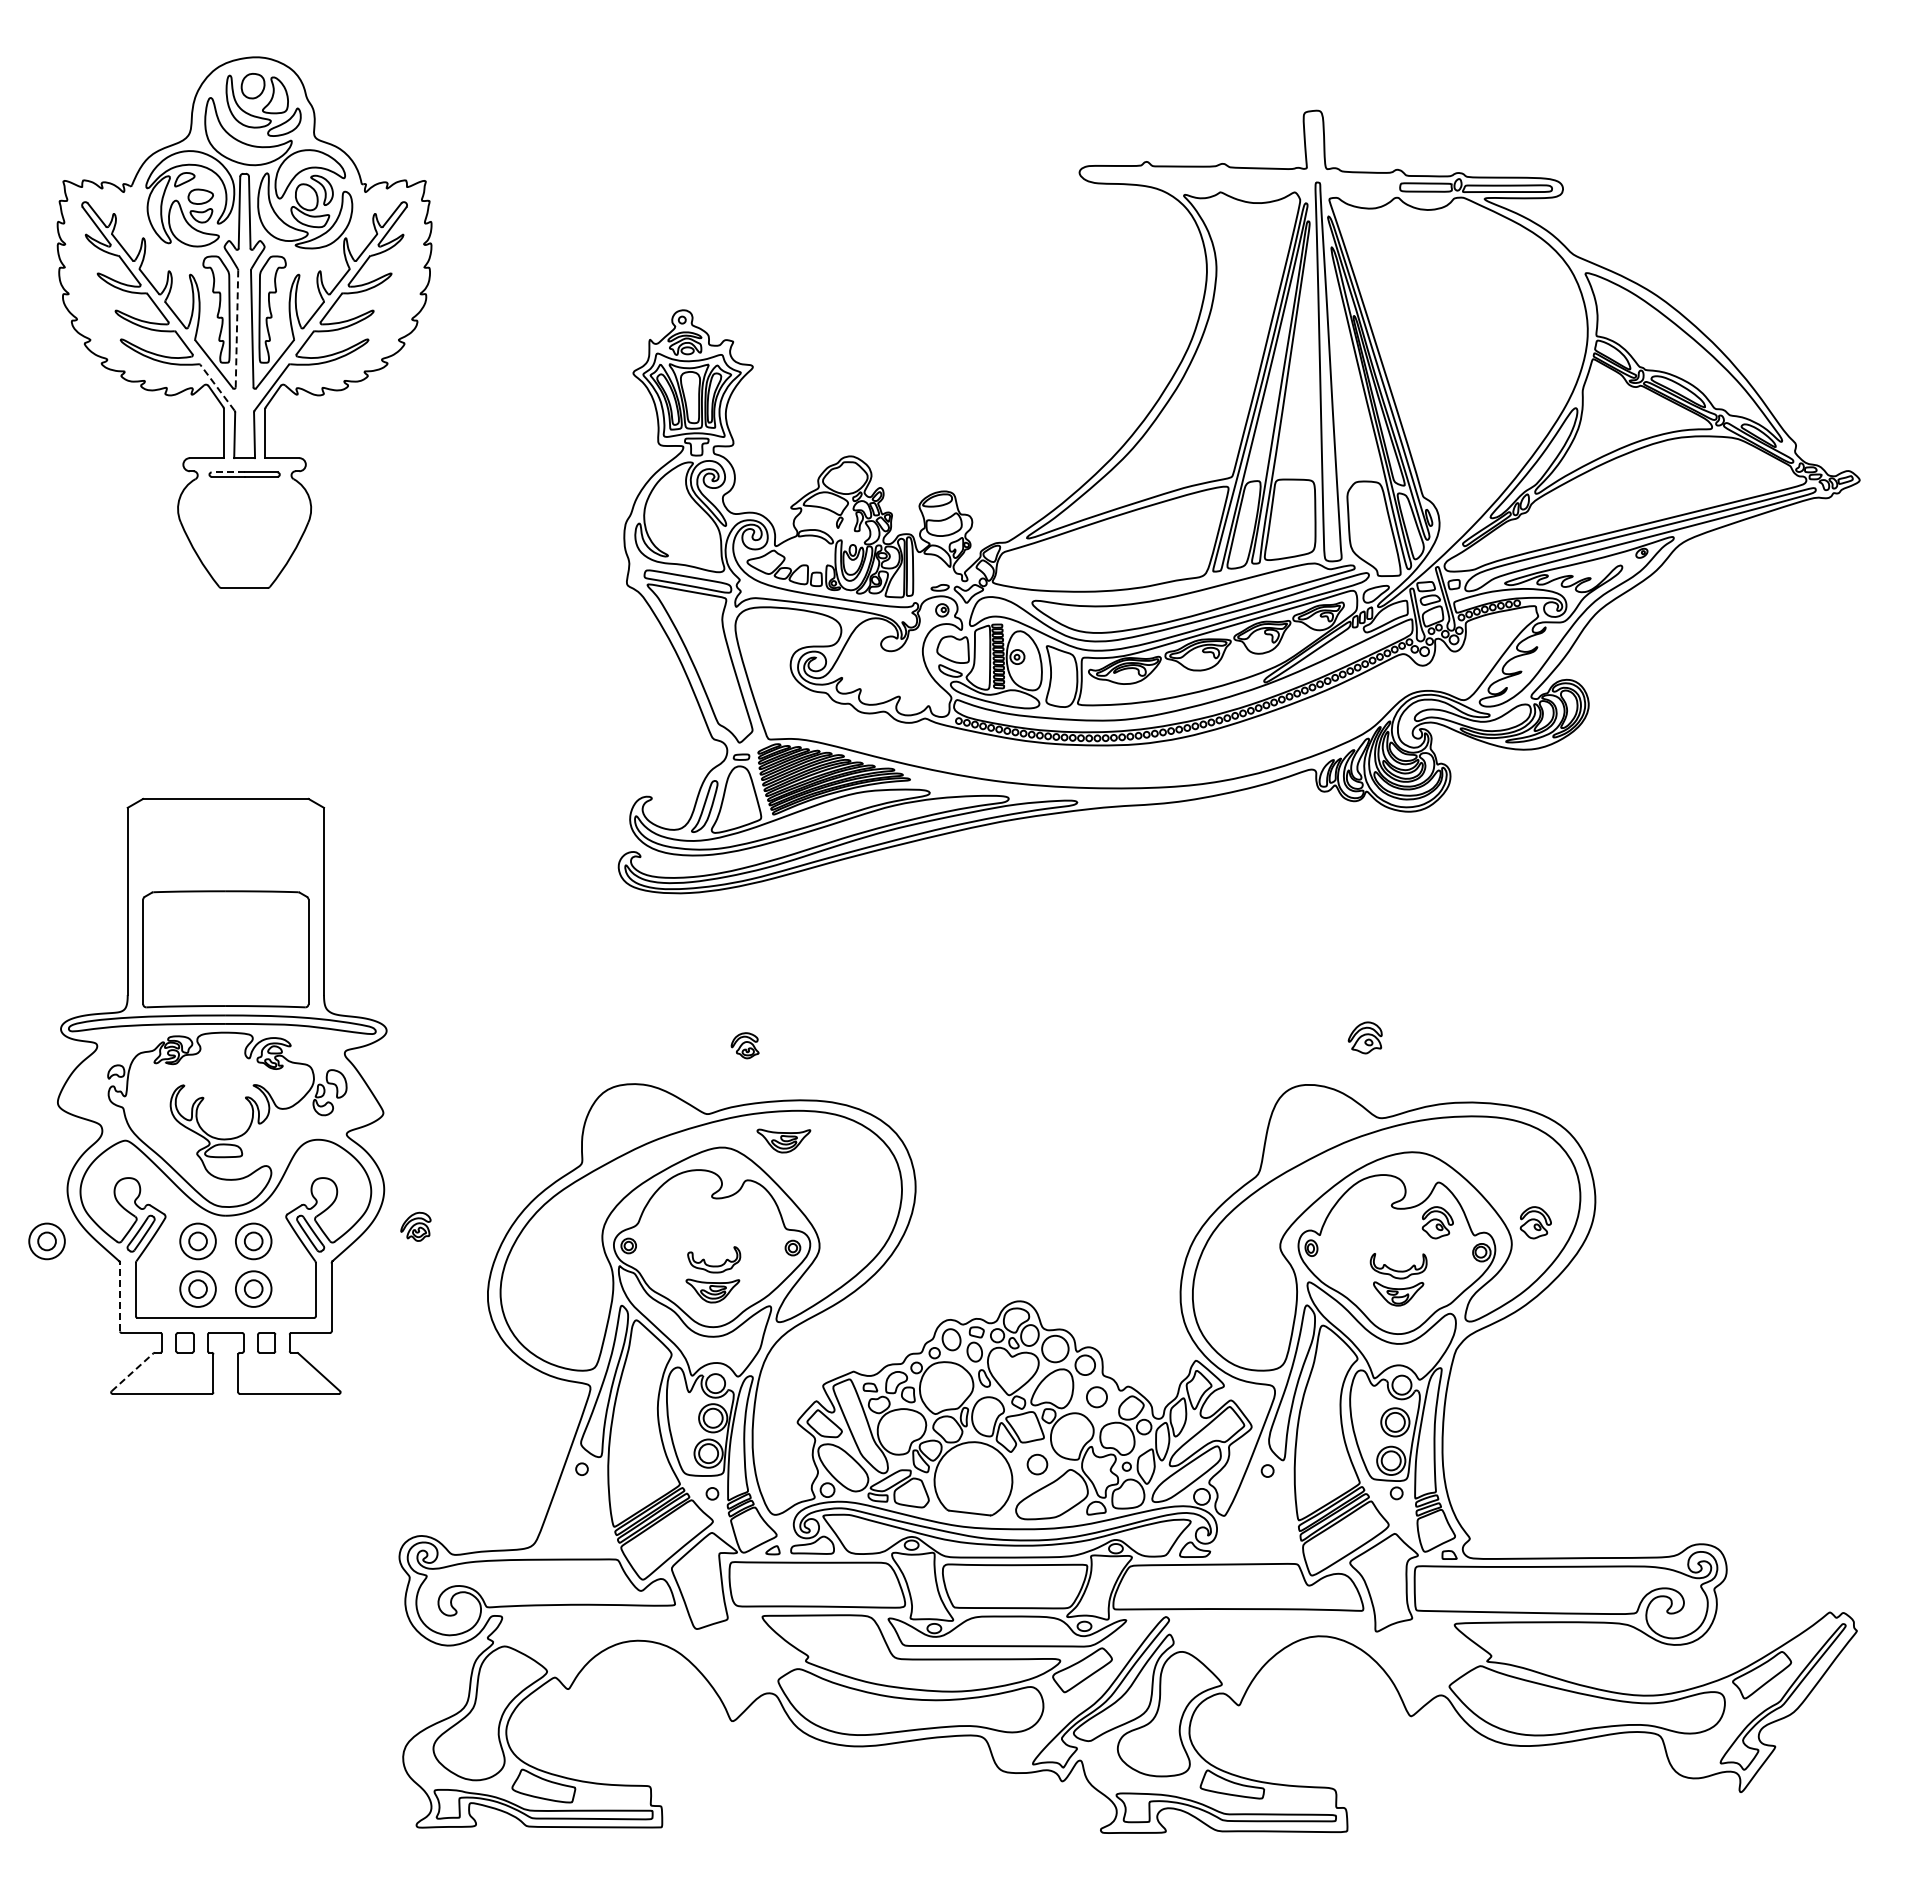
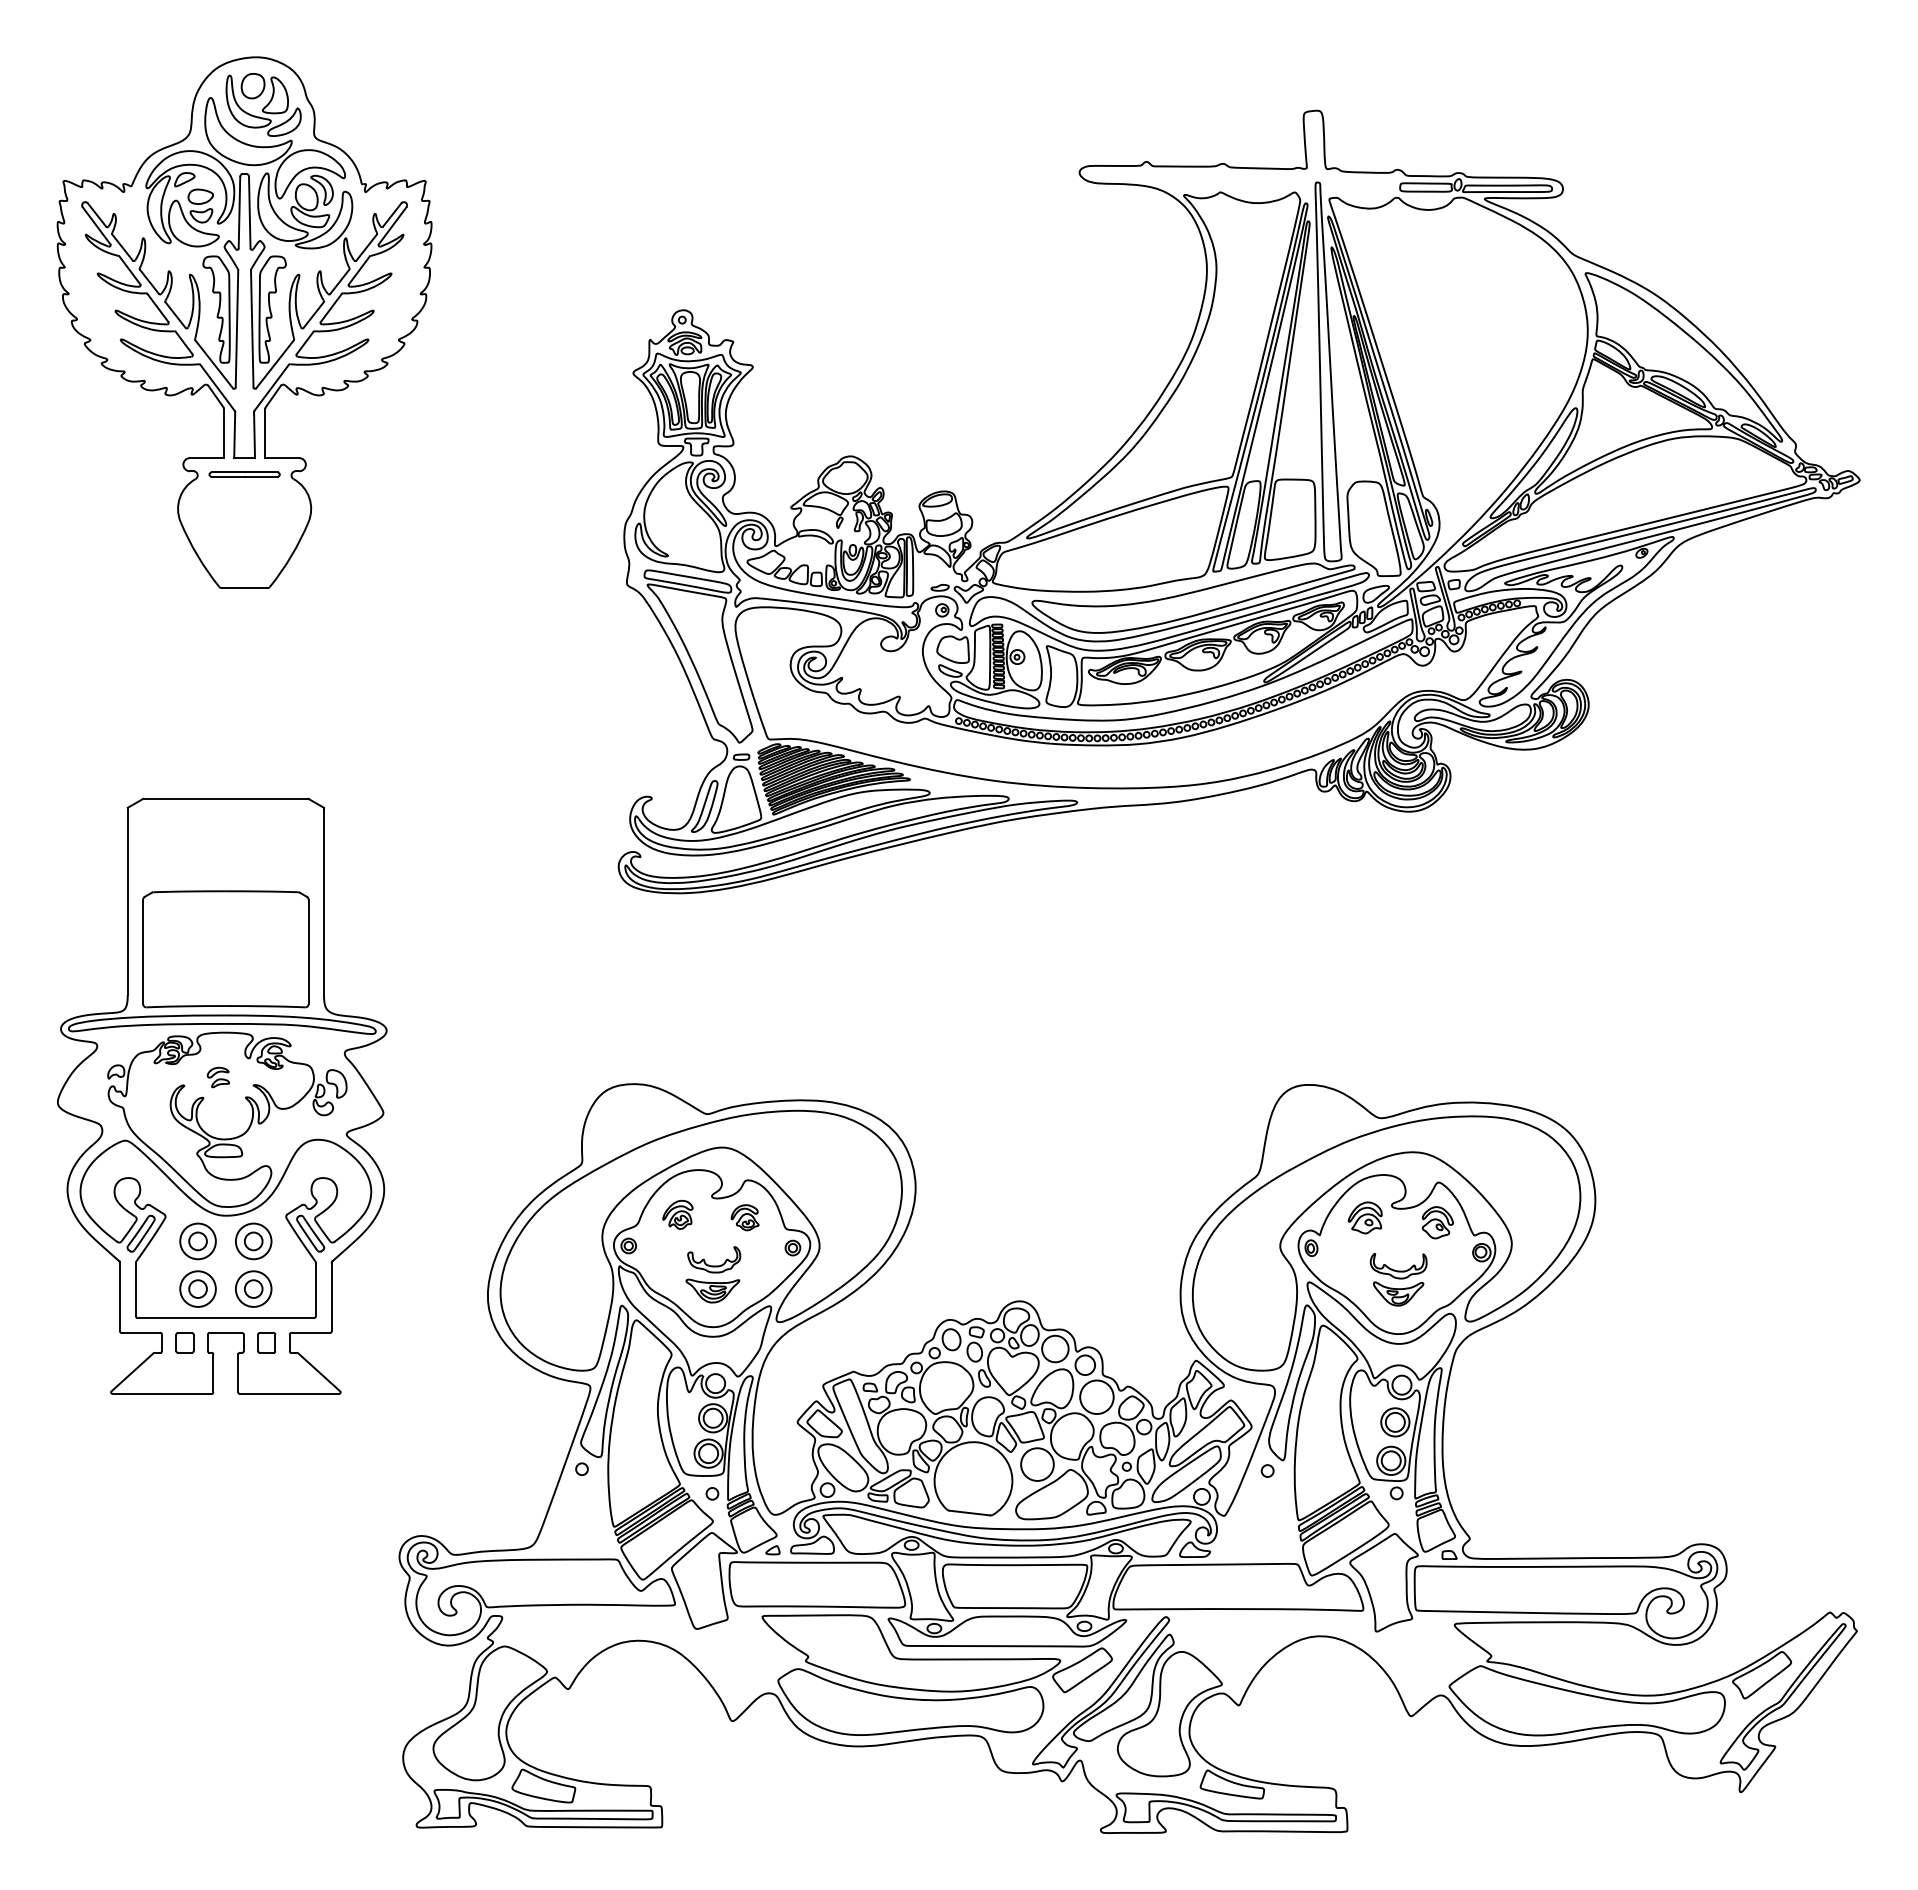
line at (237, 328): dashed -> solid
line at (217, 387): dashed -> solid
line at (227, 472): dashed -> solid
part at (1364, 1037) position: (1364, 1037) -> (1364, 1217)
part at (744, 1045) position: (744, 1045) -> (744, 1217)
part at (217, 1077): none -> present
part at (783, 1140): present -> none
part at (1535, 1222): present -> none
part at (415, 1226) position: (415, 1226) -> (677, 1214)
part at (46, 1241): present -> none
line at (120, 1296): dashed -> solid
line at (133, 1371): dashed -> solid
circle at (1096, 1397) diameter: 20 px -> 34 px
circle at (1037, 1464) diameter: 20 px -> 33 px
